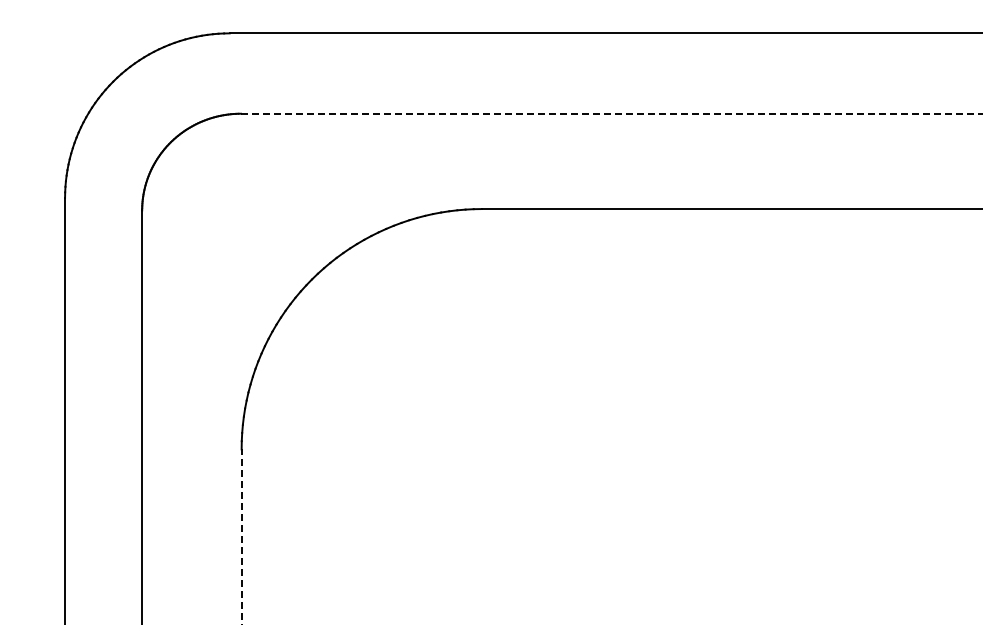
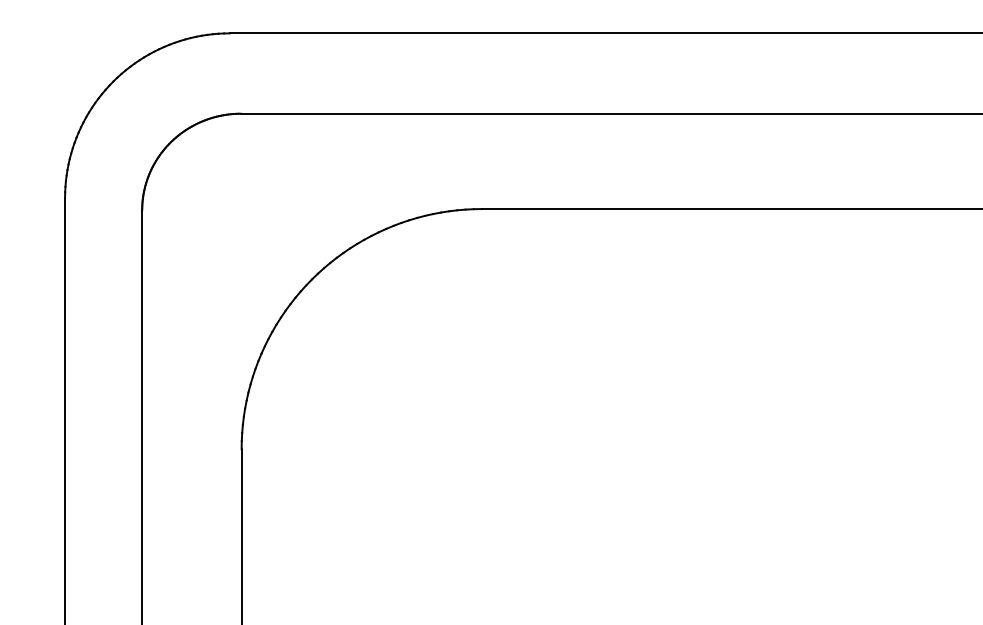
line at (611, 113): dashed -> solid
line at (241, 536): dashed -> solid
